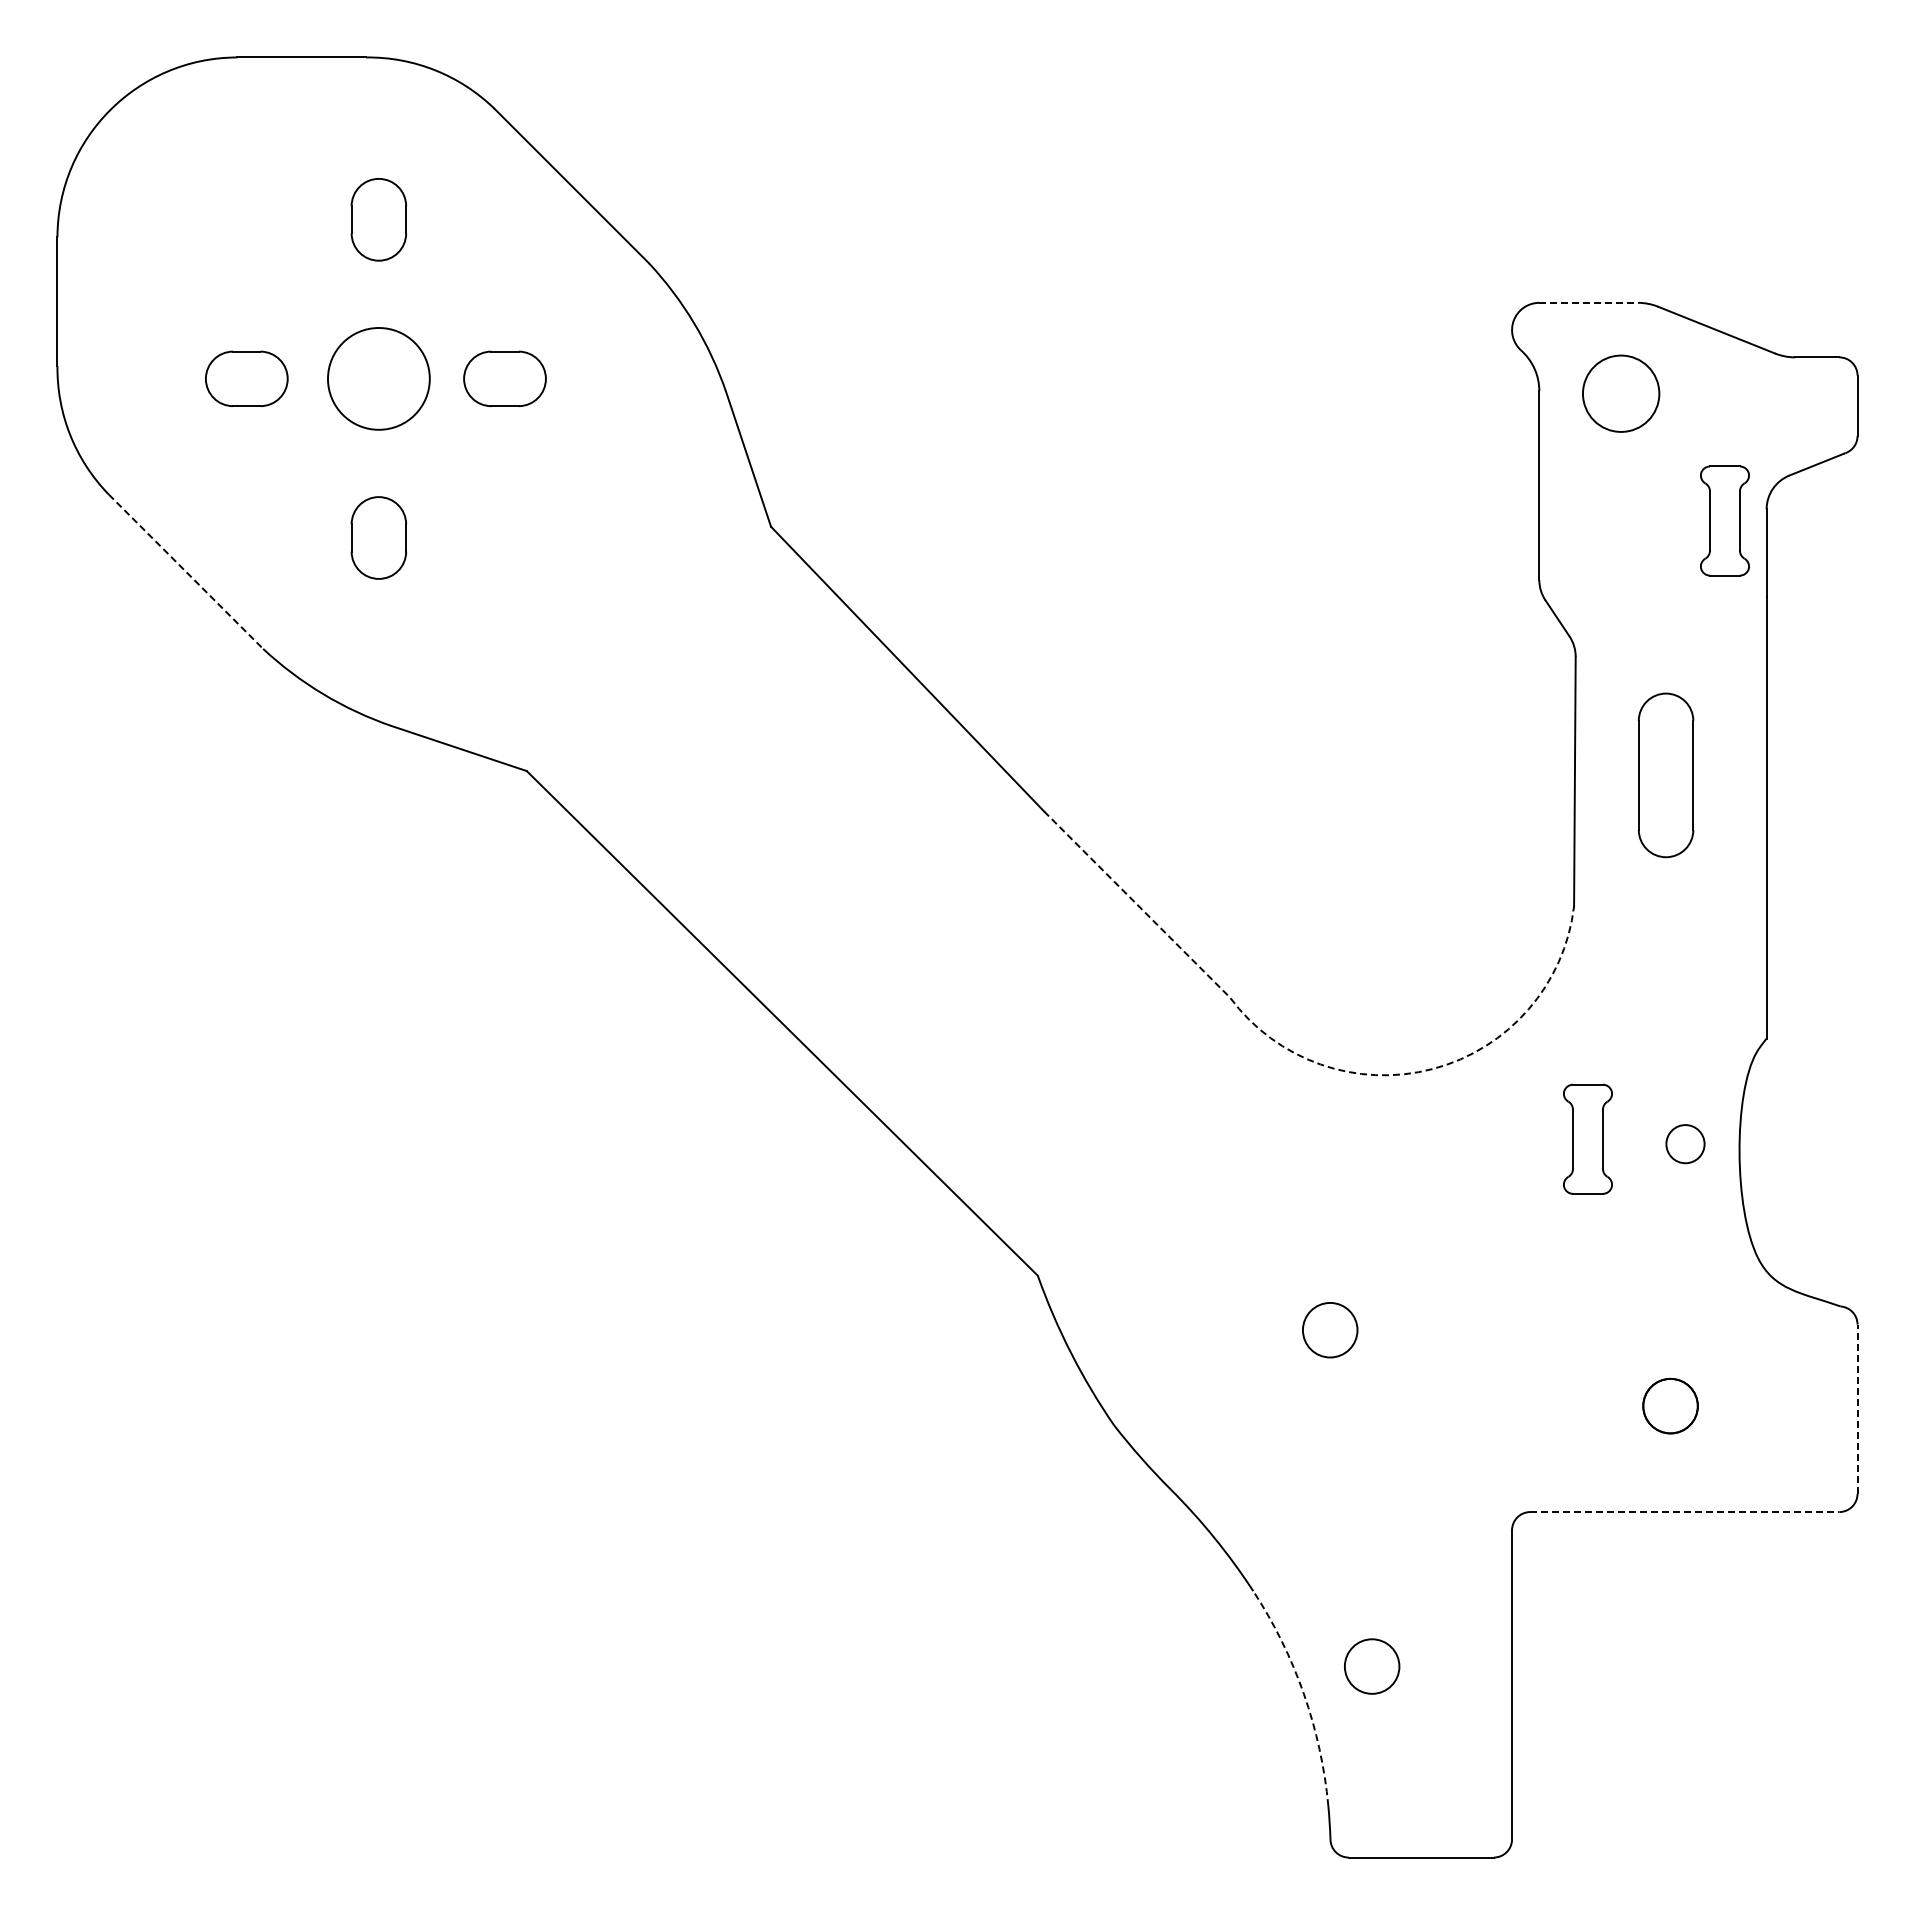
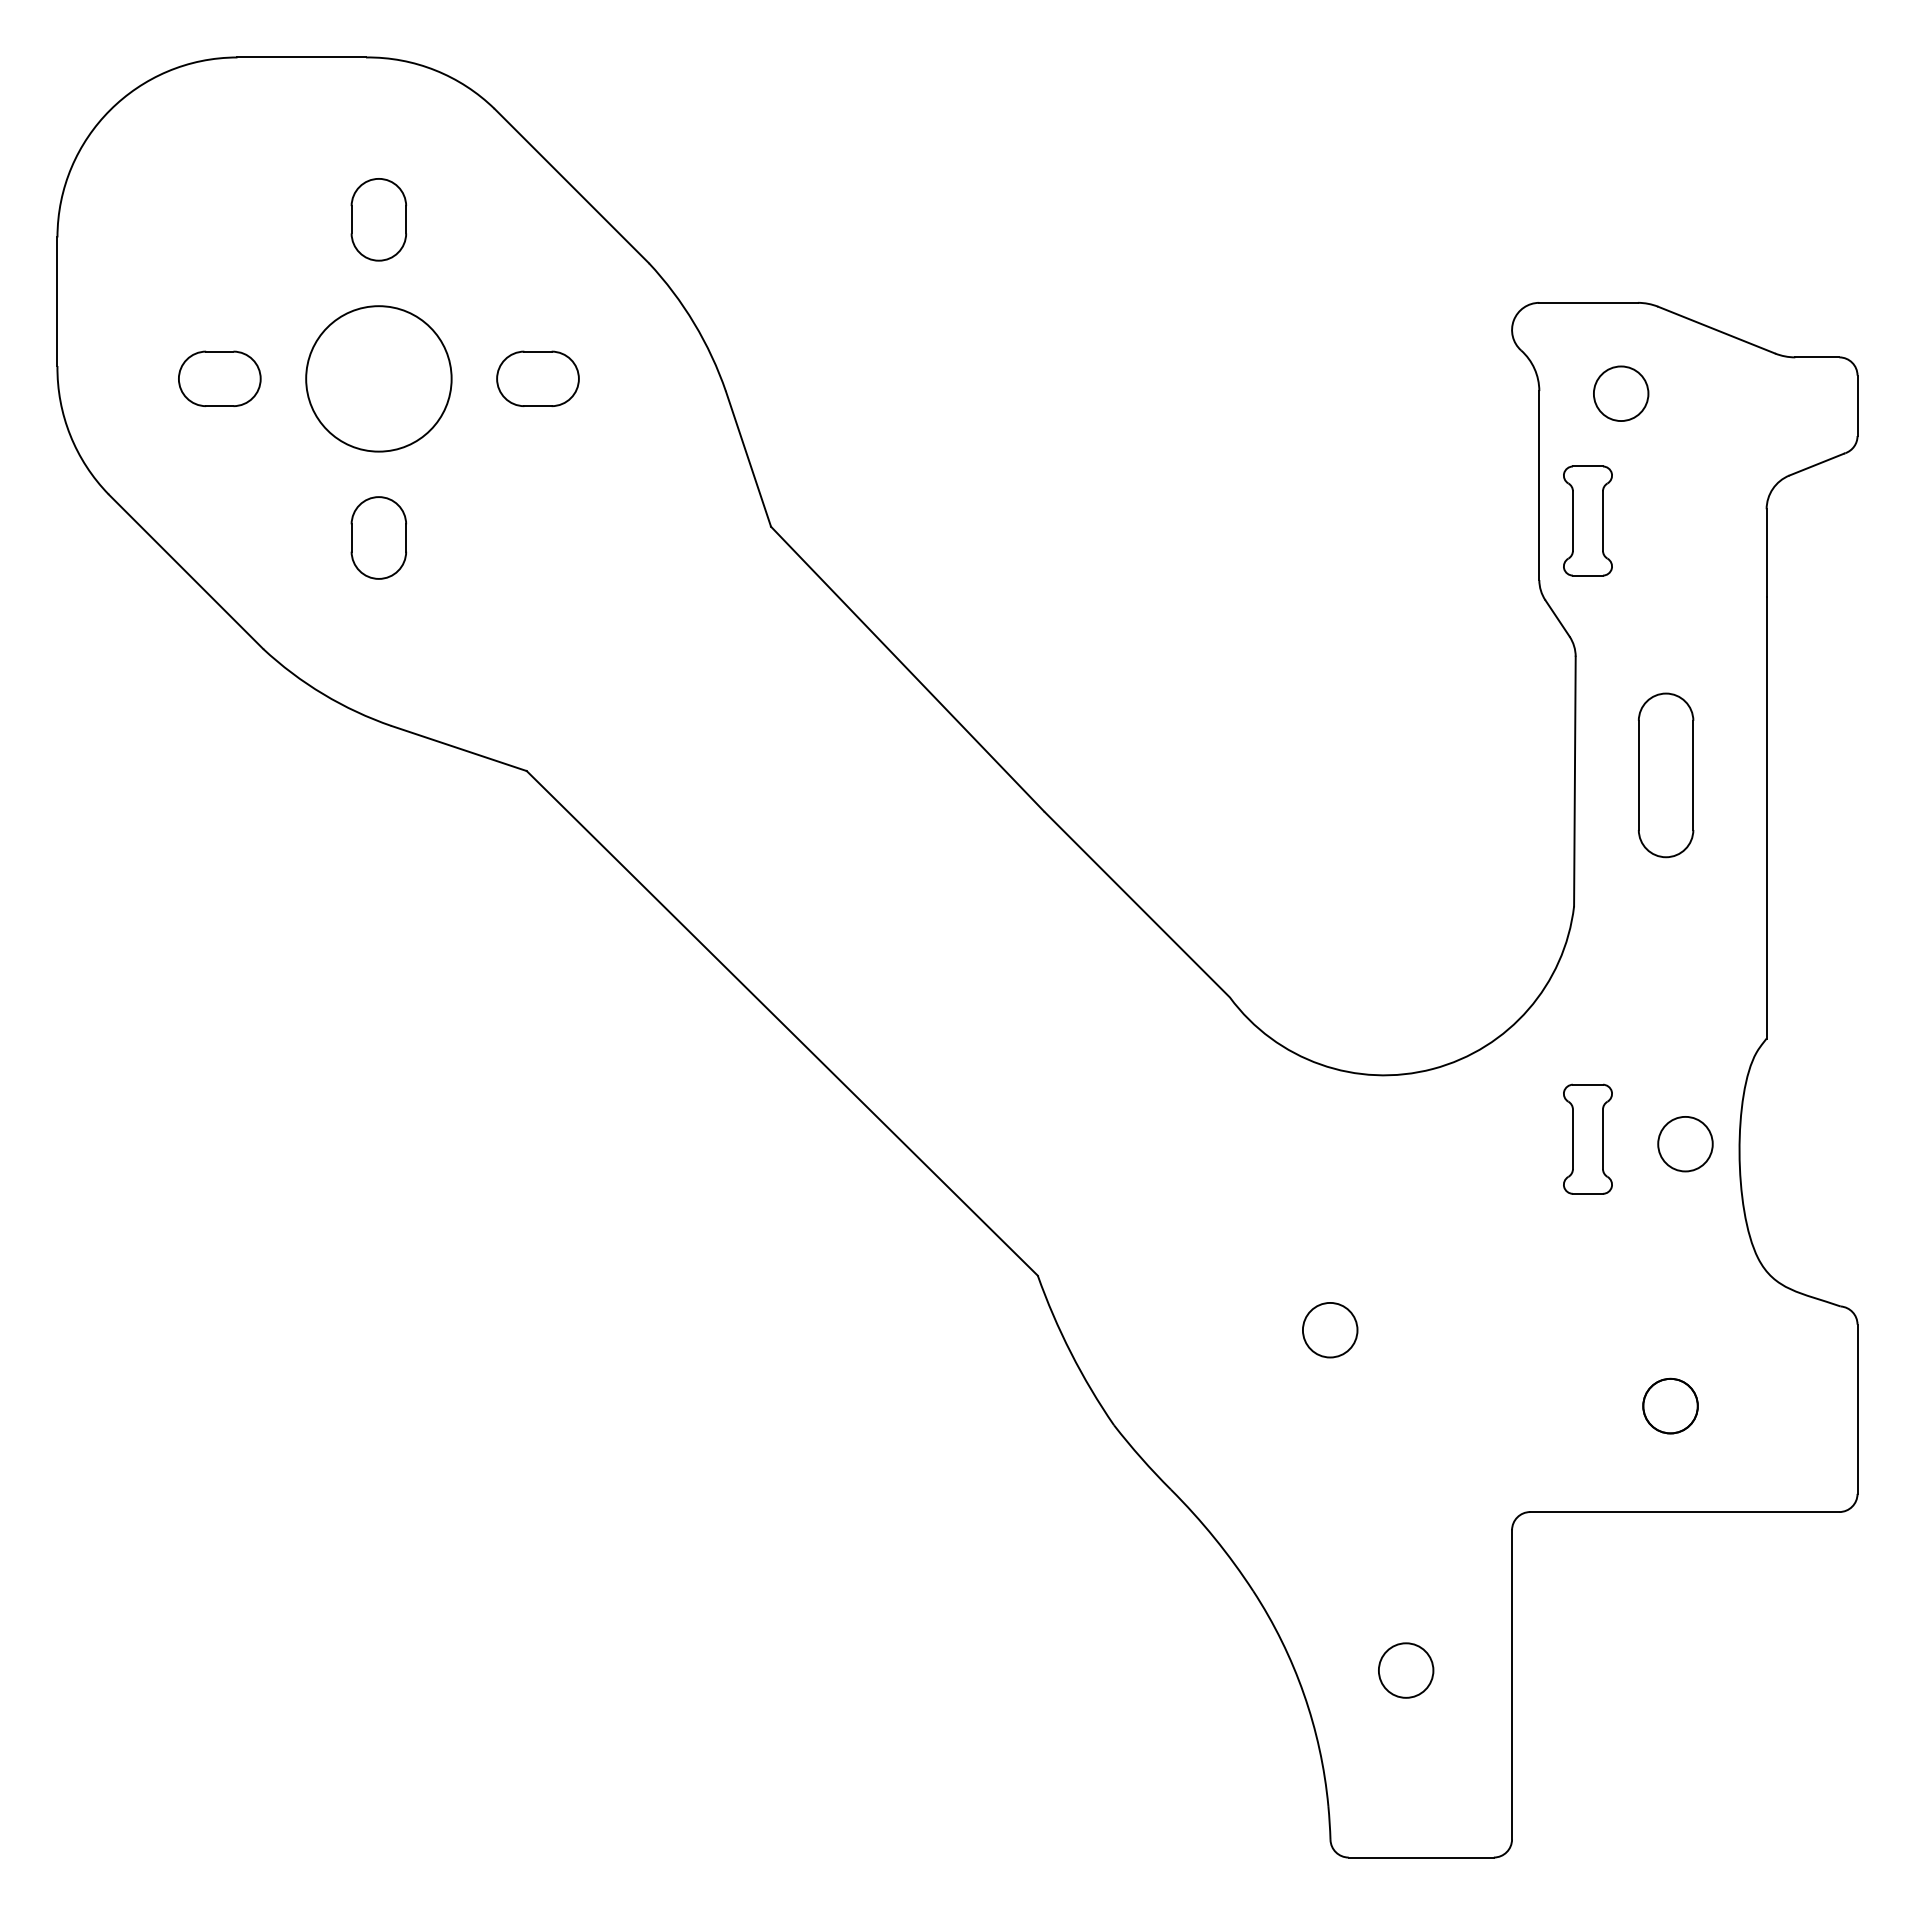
line at (1589, 302): dashed -> solid
part at (246, 378) position: (246, 378) -> (219, 378)
circle at (378, 378) diameter: 102 px -> 145 px
part at (504, 378) position: (504, 378) -> (537, 378)
circle at (1620, 393) diameter: 76 px -> 55 px
part at (1724, 520) position: (1724, 520) -> (1587, 520)
line at (186, 572): dashed -> solid
line at (1323, 1065): dashed -> solid
circle at (1685, 1144) diameter: 38 px -> 55 px
line at (1857, 1409): dashed -> solid
line at (1684, 1512): dashed -> solid
circle at (1372, 1666) position: (1372, 1666) -> (1406, 1670)
arc at (1303, 1694): dashed -> solid
